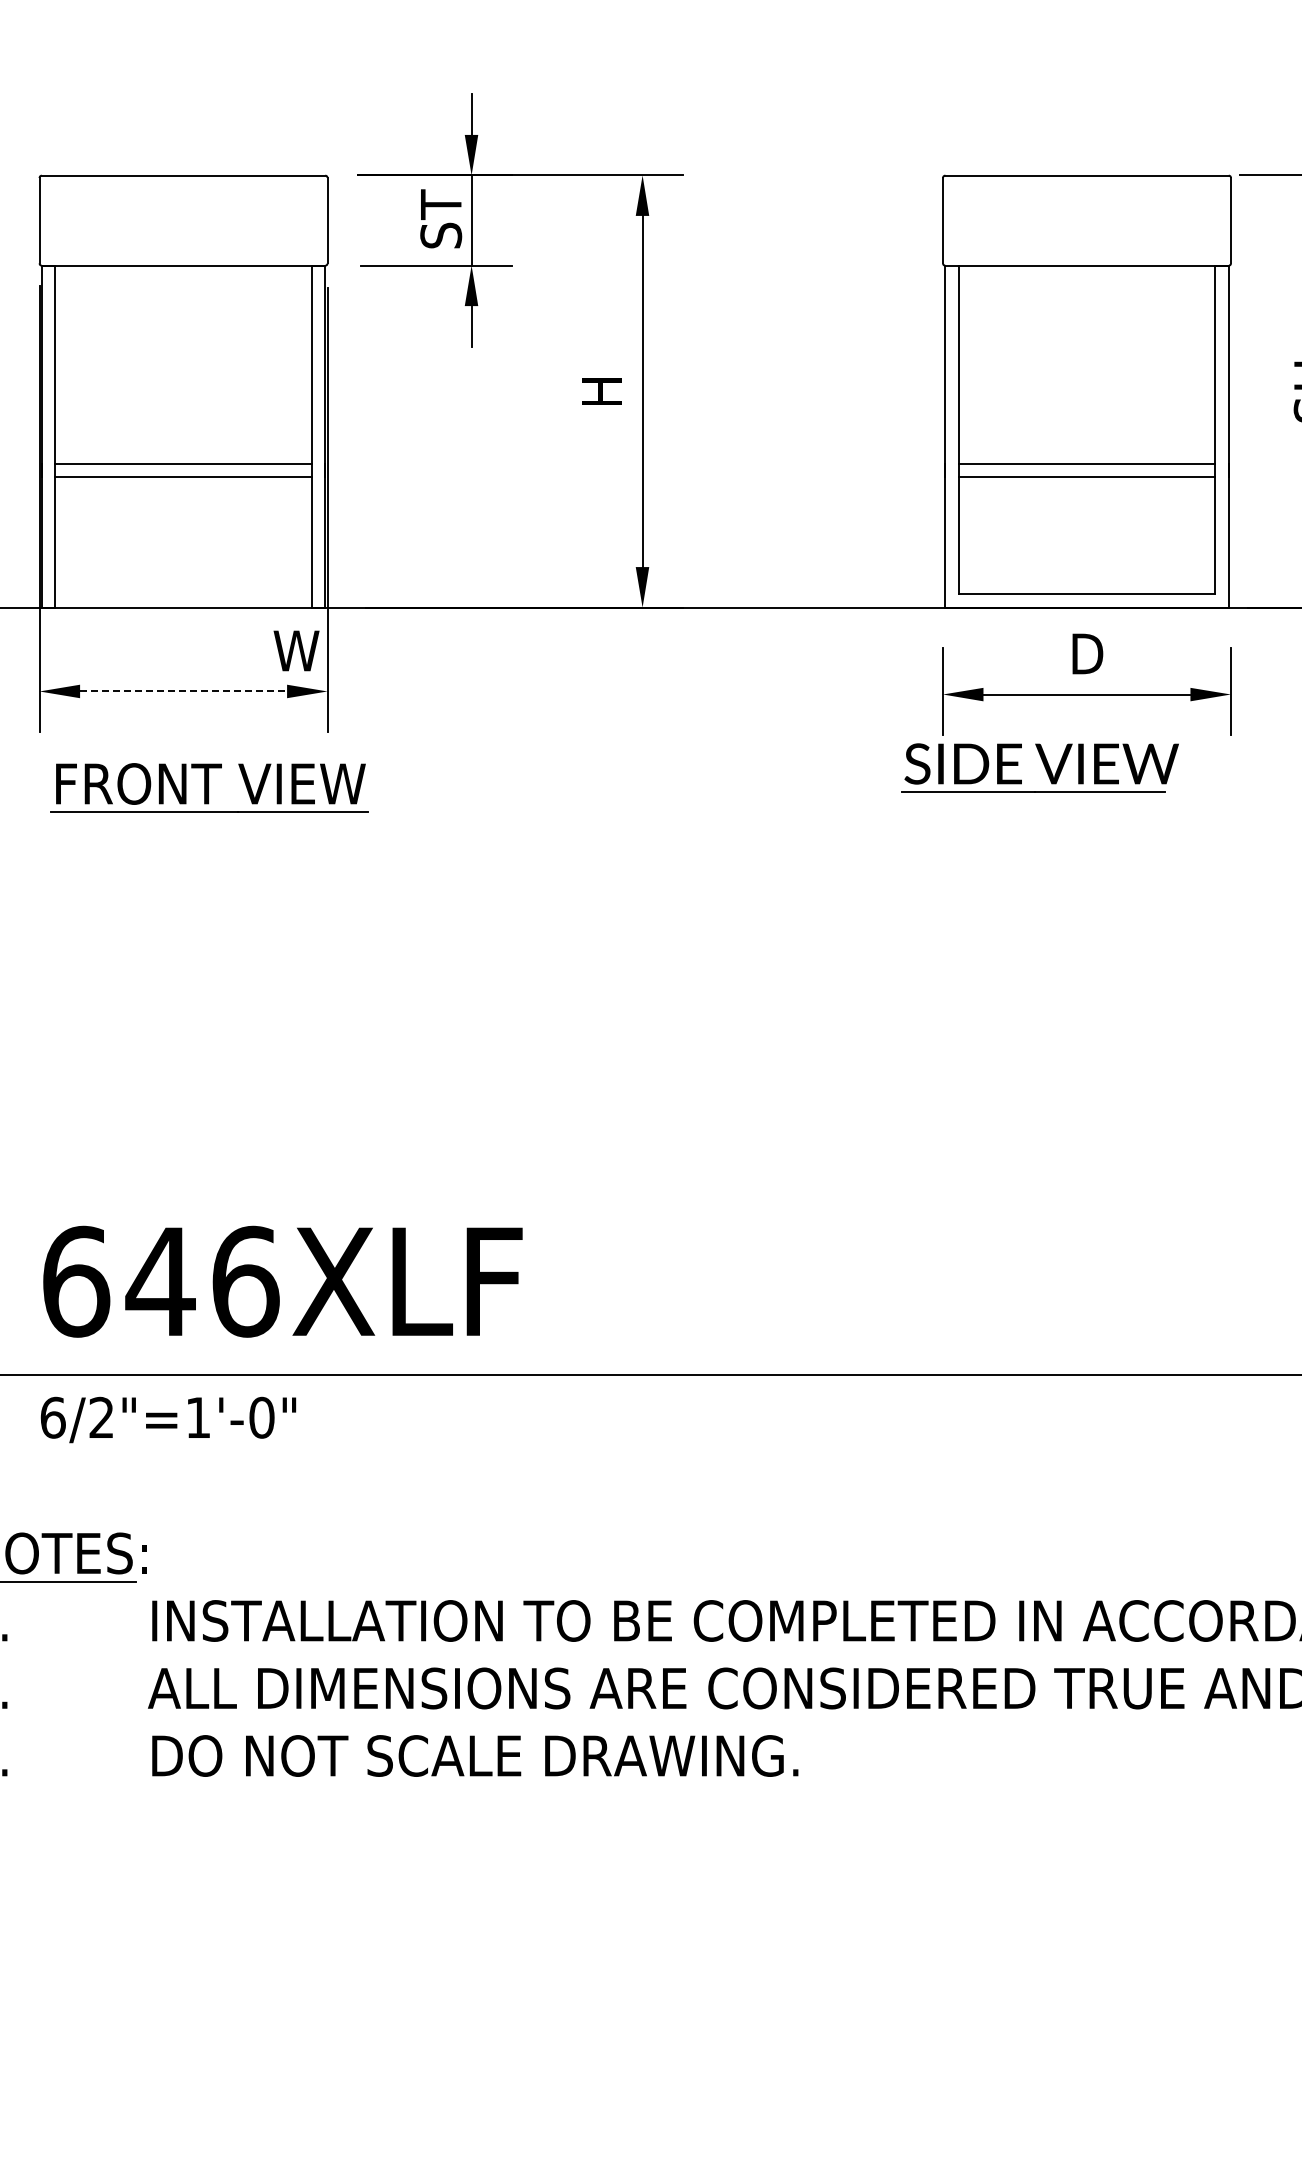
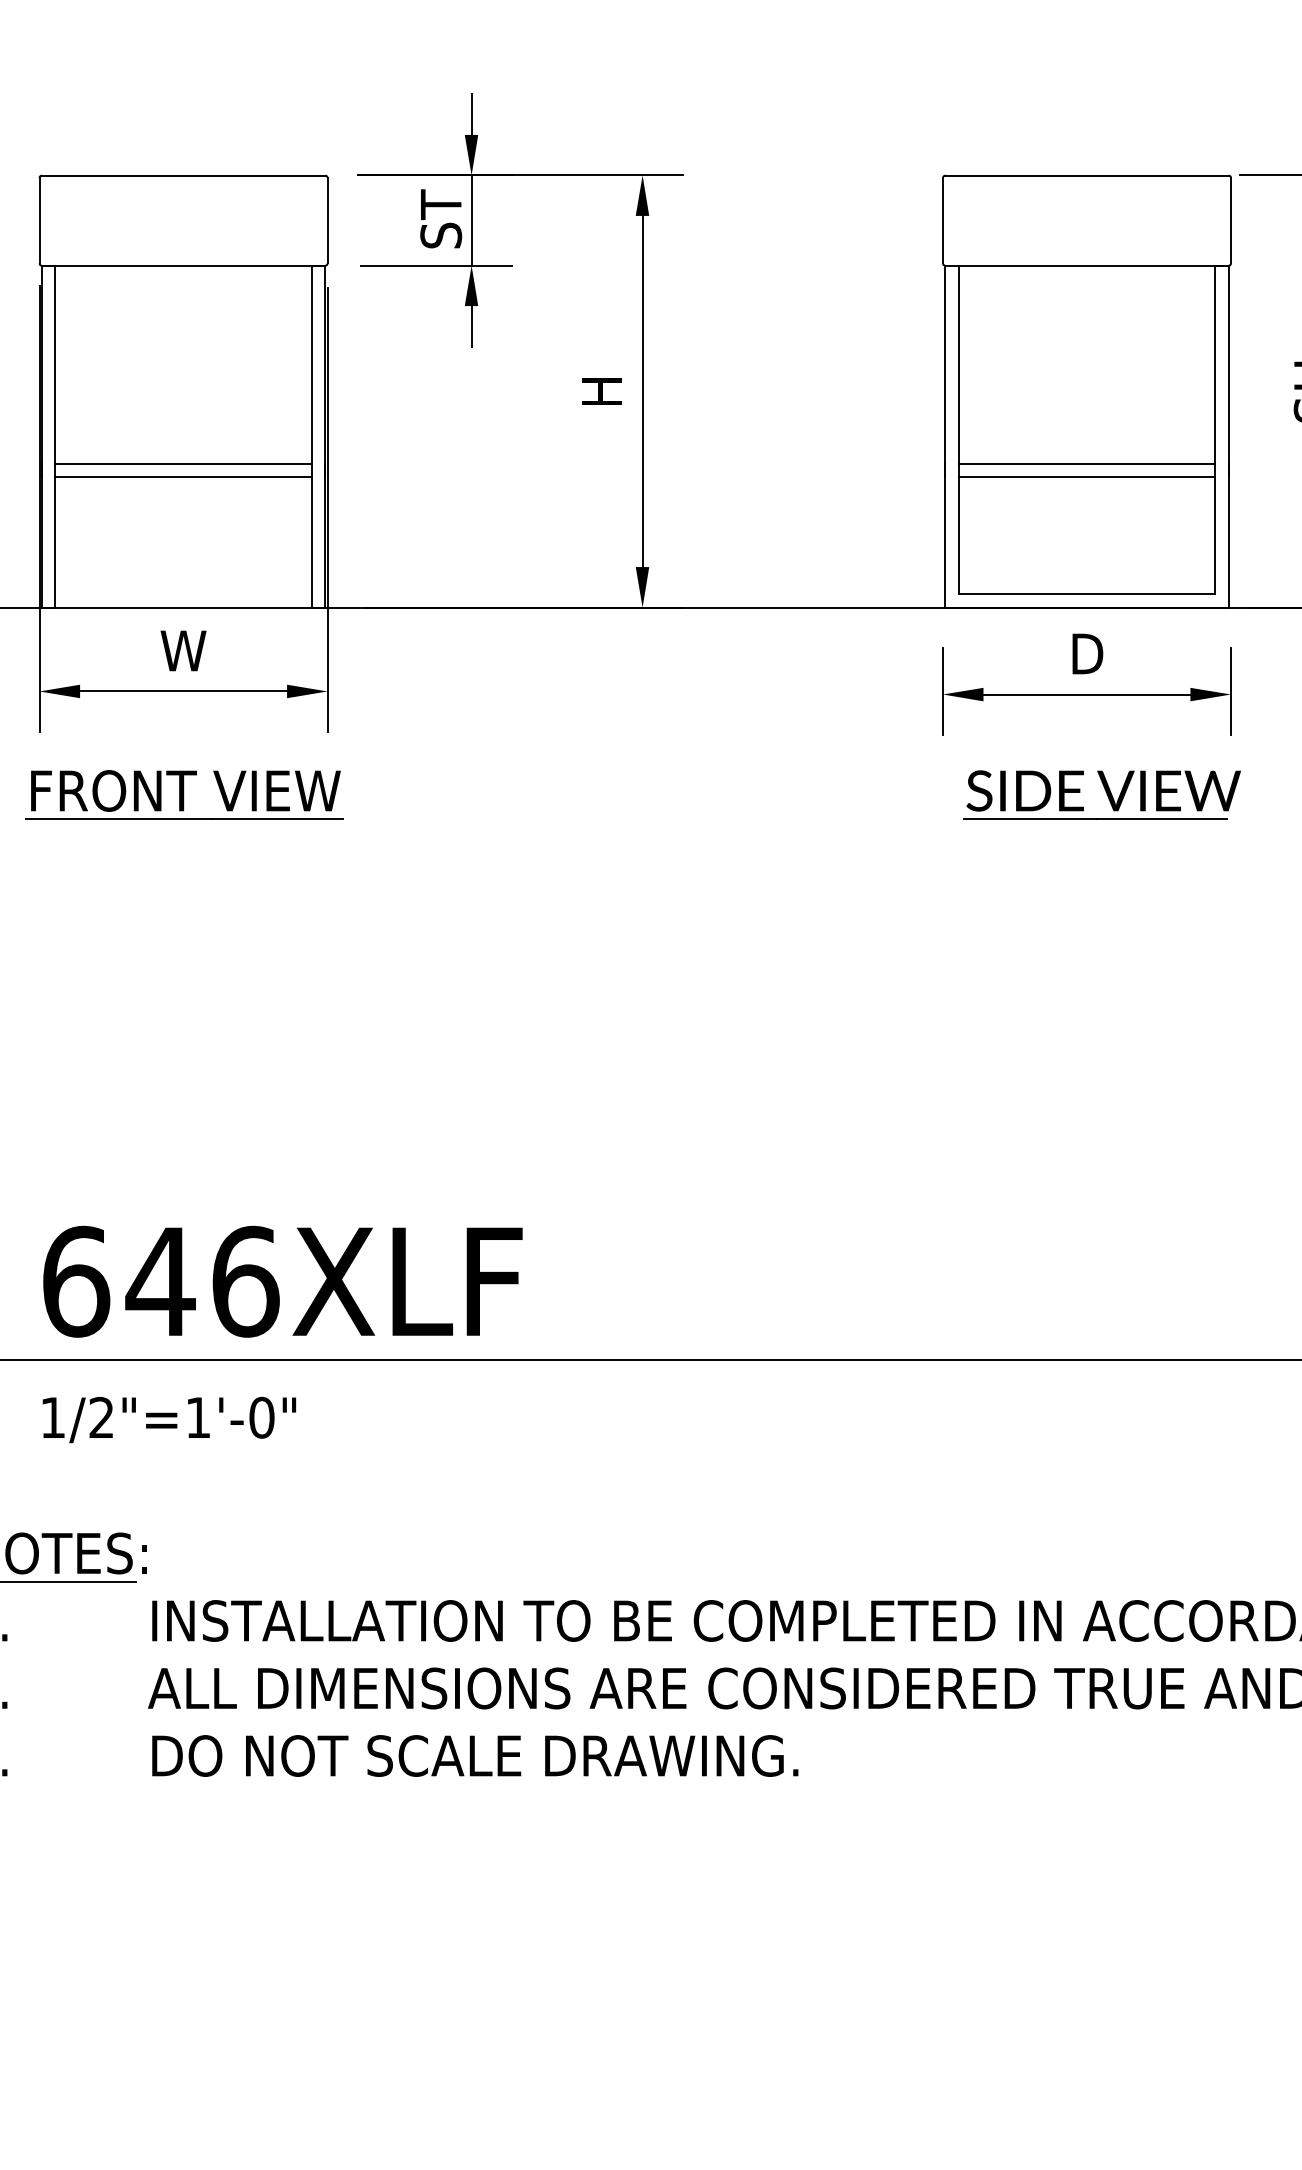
text at (296, 650) position: (296, 650) -> (183, 650)
line at (184, 691): dashed -> solid
part at (1039, 767) position: (1039, 767) -> (1101, 794)
part at (209, 787) position: (209, 787) -> (184, 794)
line at (650, 1375) position: (650, 1375) -> (650, 1360)
text at (52, 1417): 6/2"=1'-0" -> 1/2"=1'-0"
